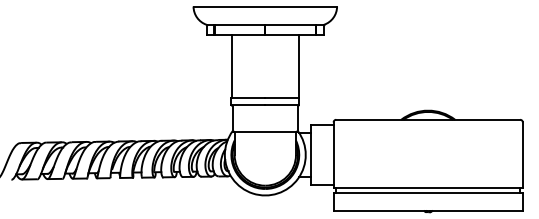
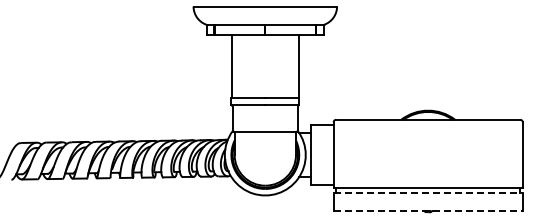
line at (428, 192): solid -> dashed
line at (428, 211): solid -> dashed
